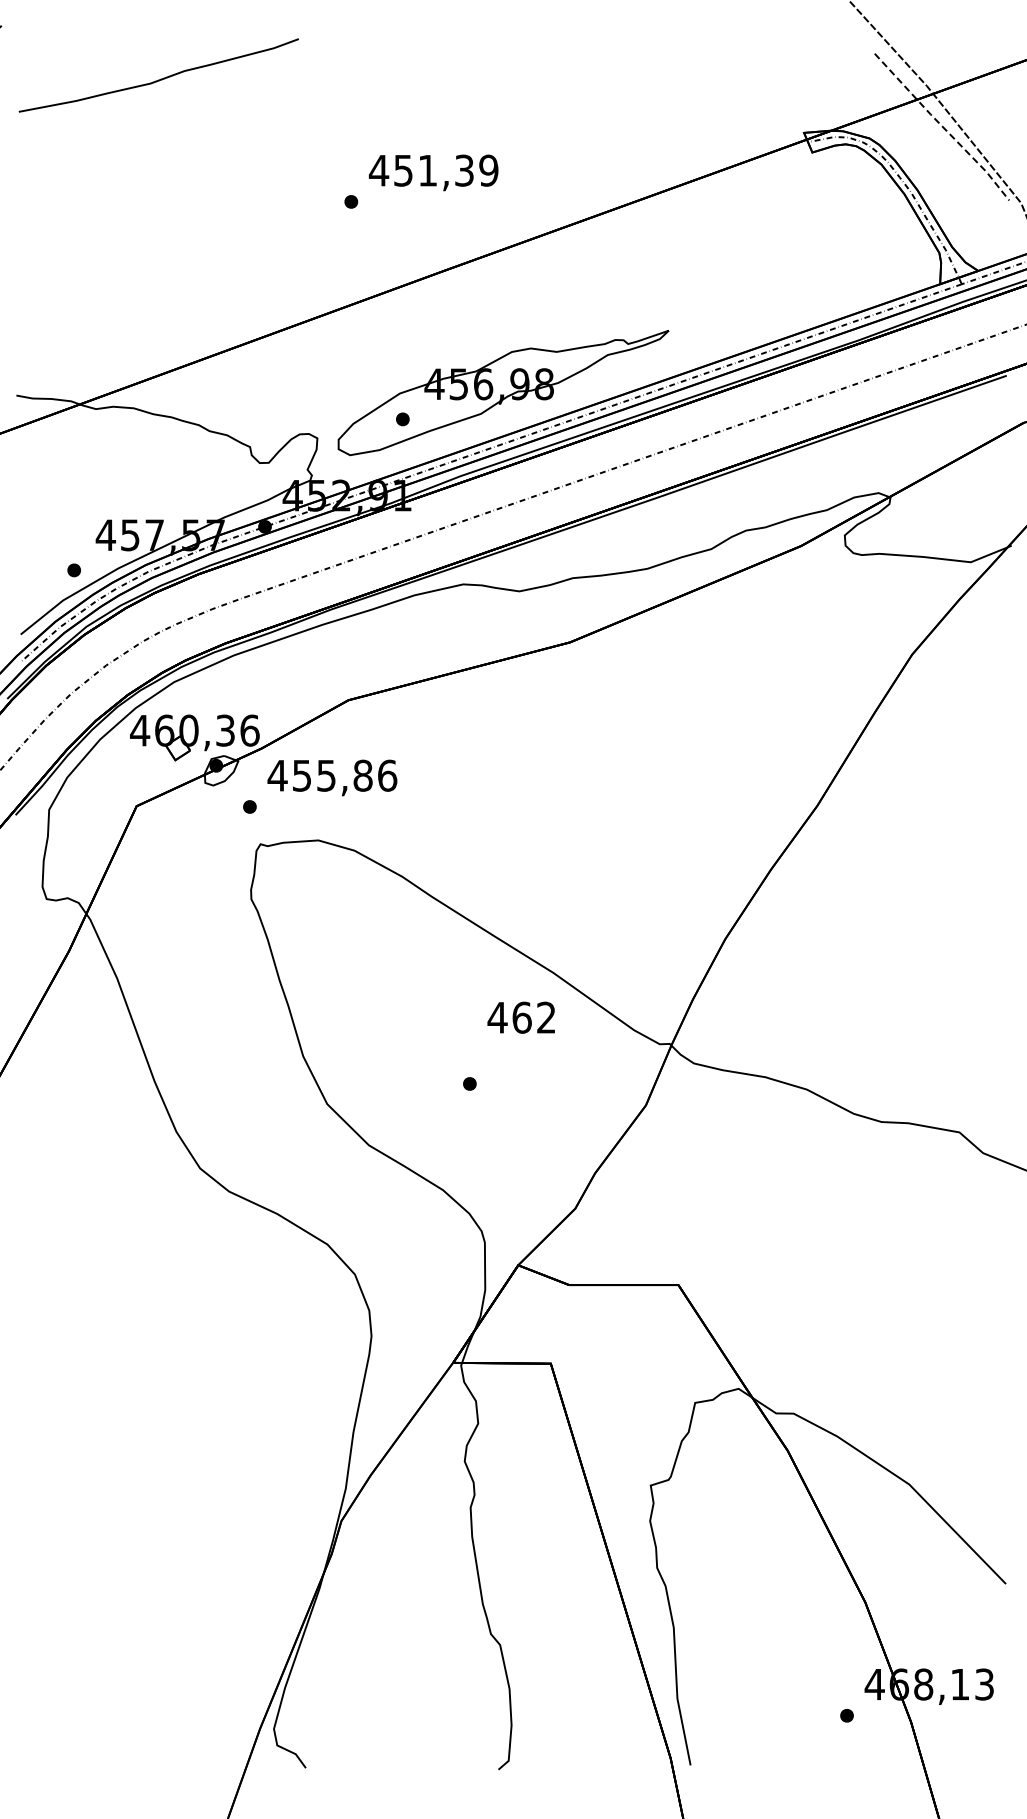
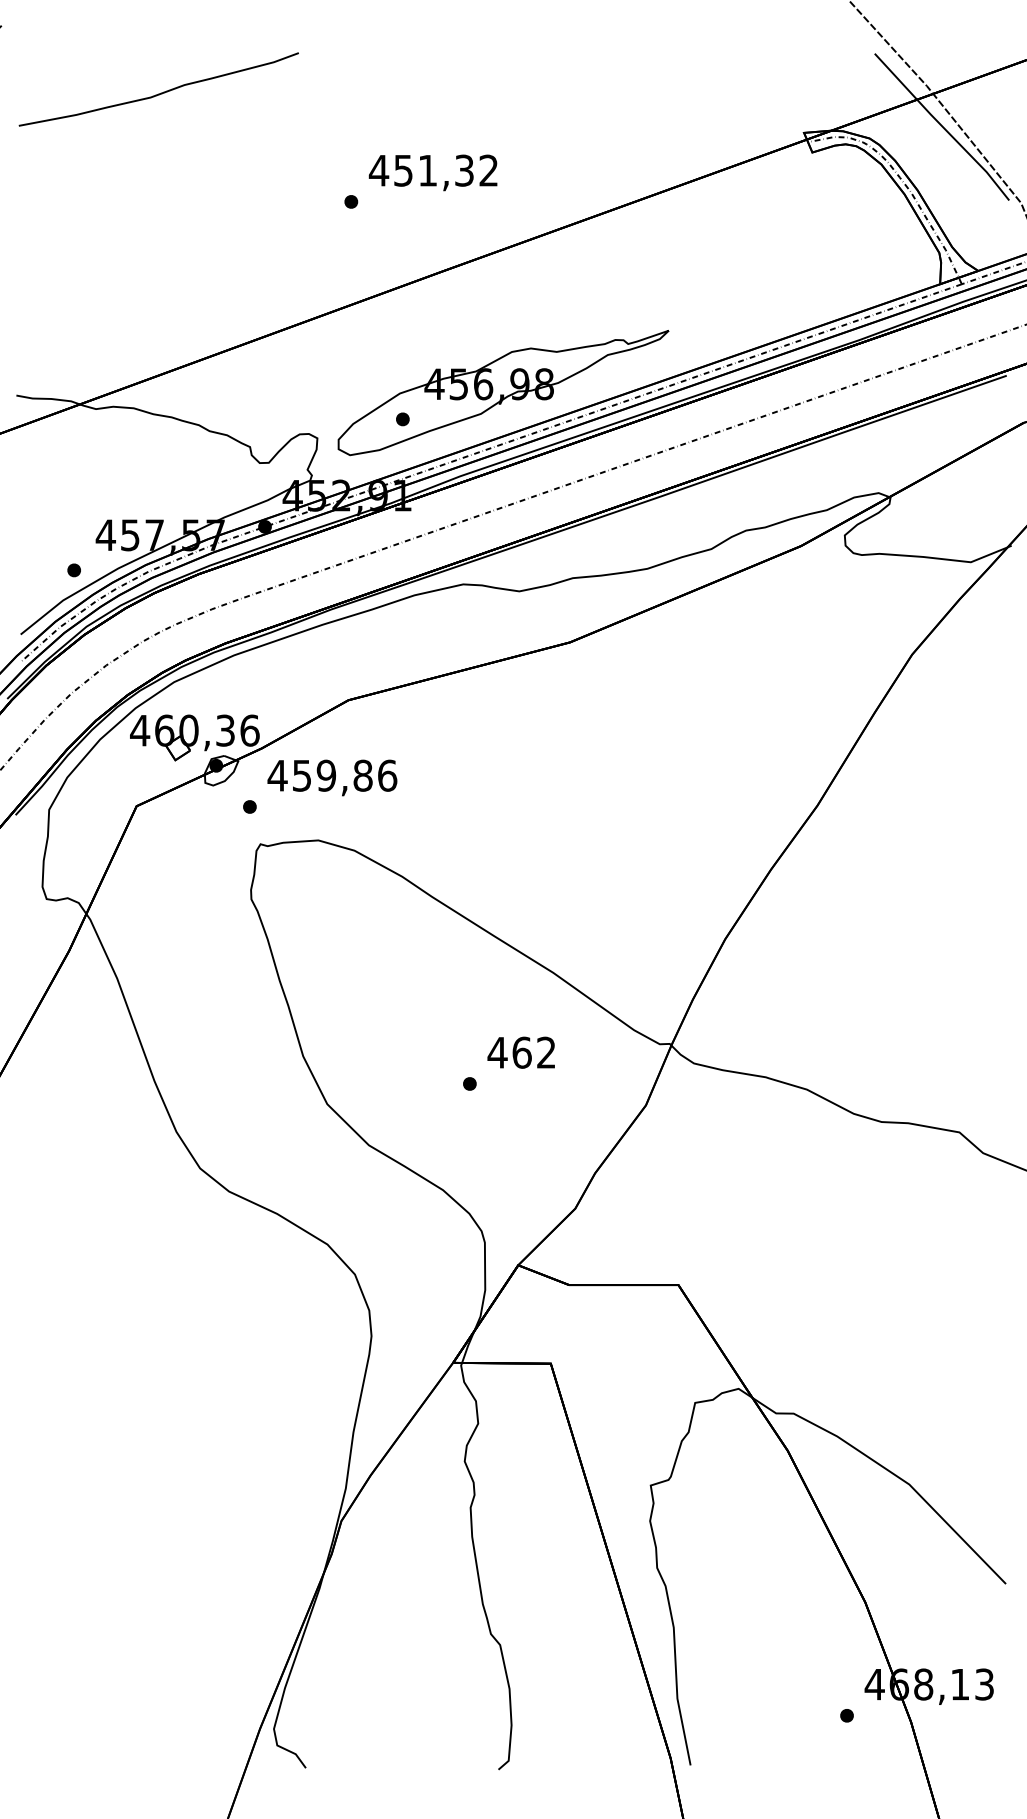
curve at (158, 79) position: (158, 79) -> (158, 93)
line at (943, 127): dashed -> solid
text at (488, 170): 451,39 -> 451,32
text at (326, 775): 455,86 -> 459,86
text at (520, 1017) position: (520, 1017) -> (520, 1052)
